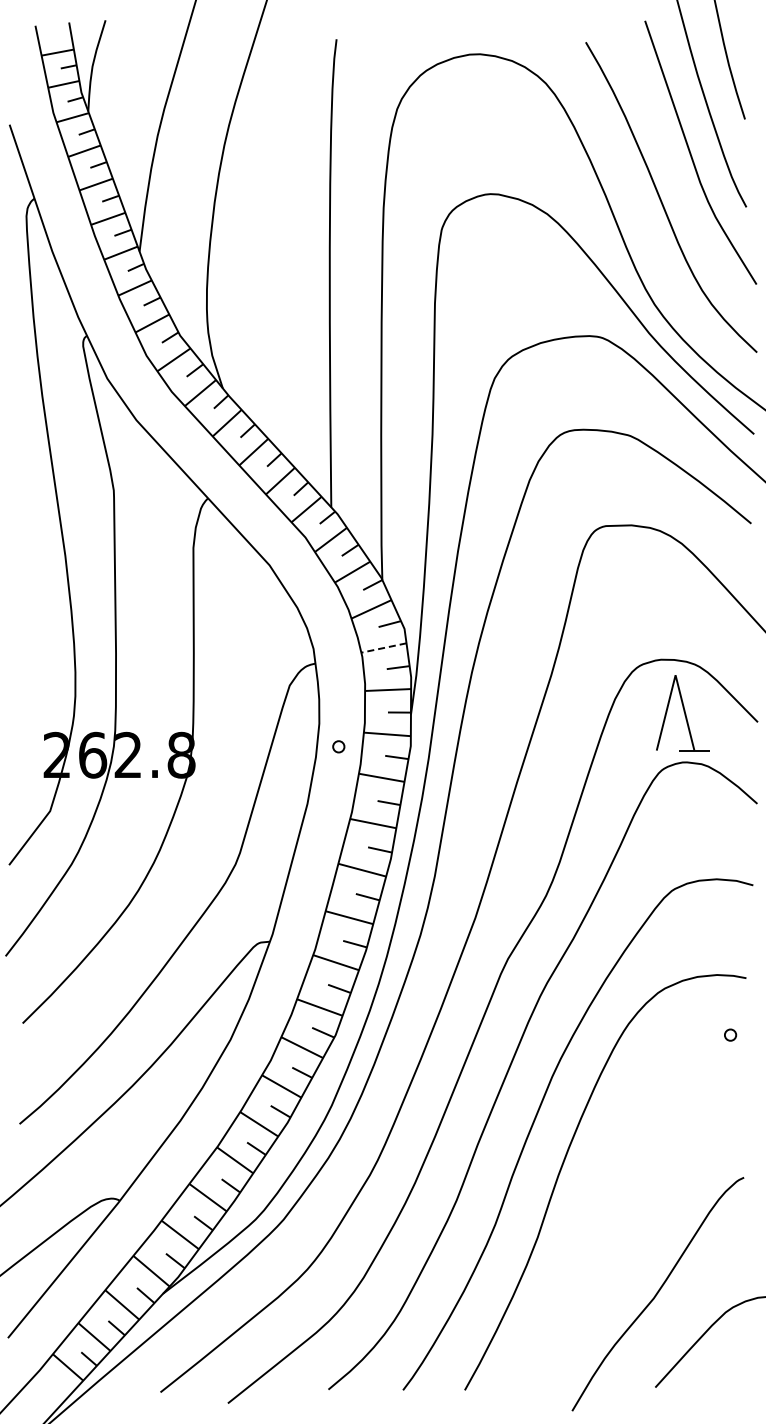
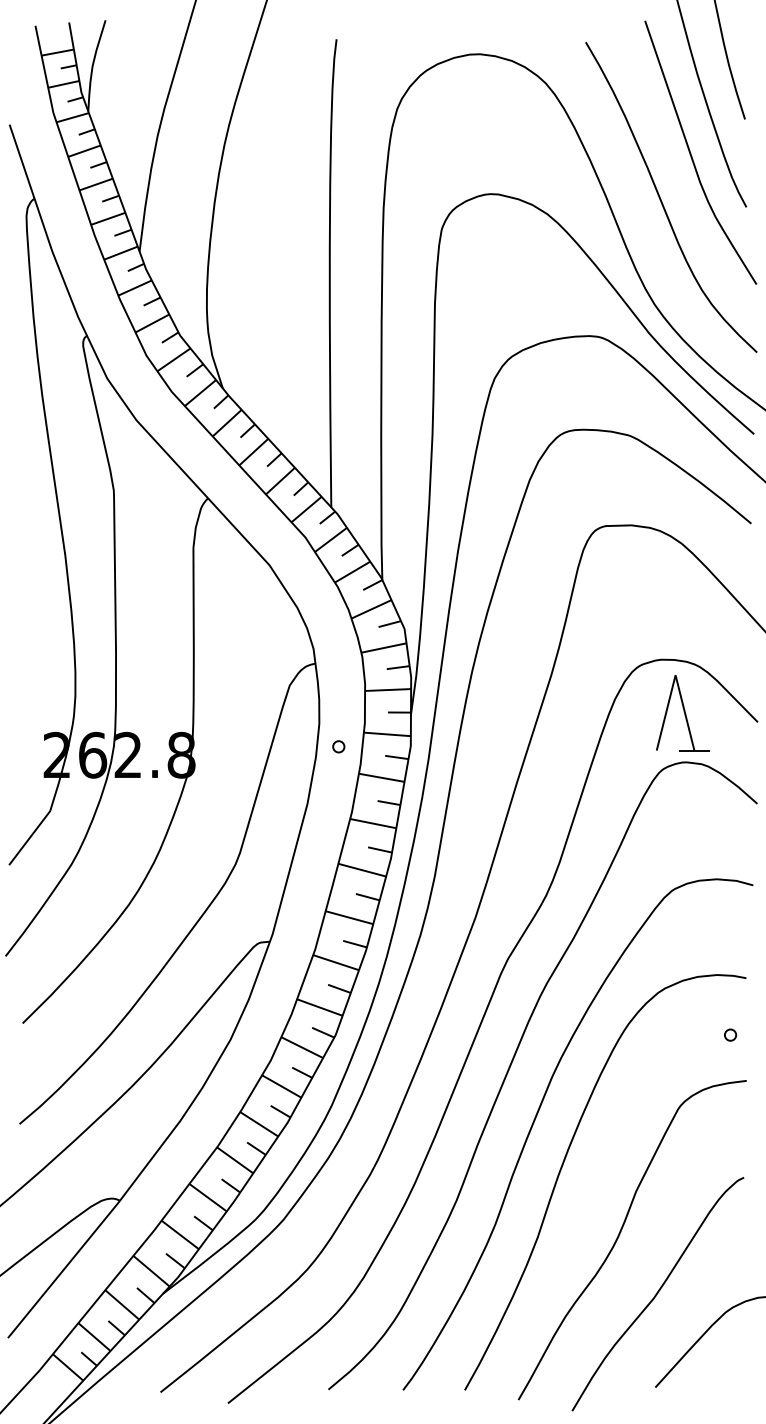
line at (383, 648): dashed -> solid
curve at (620, 1234): none -> present
